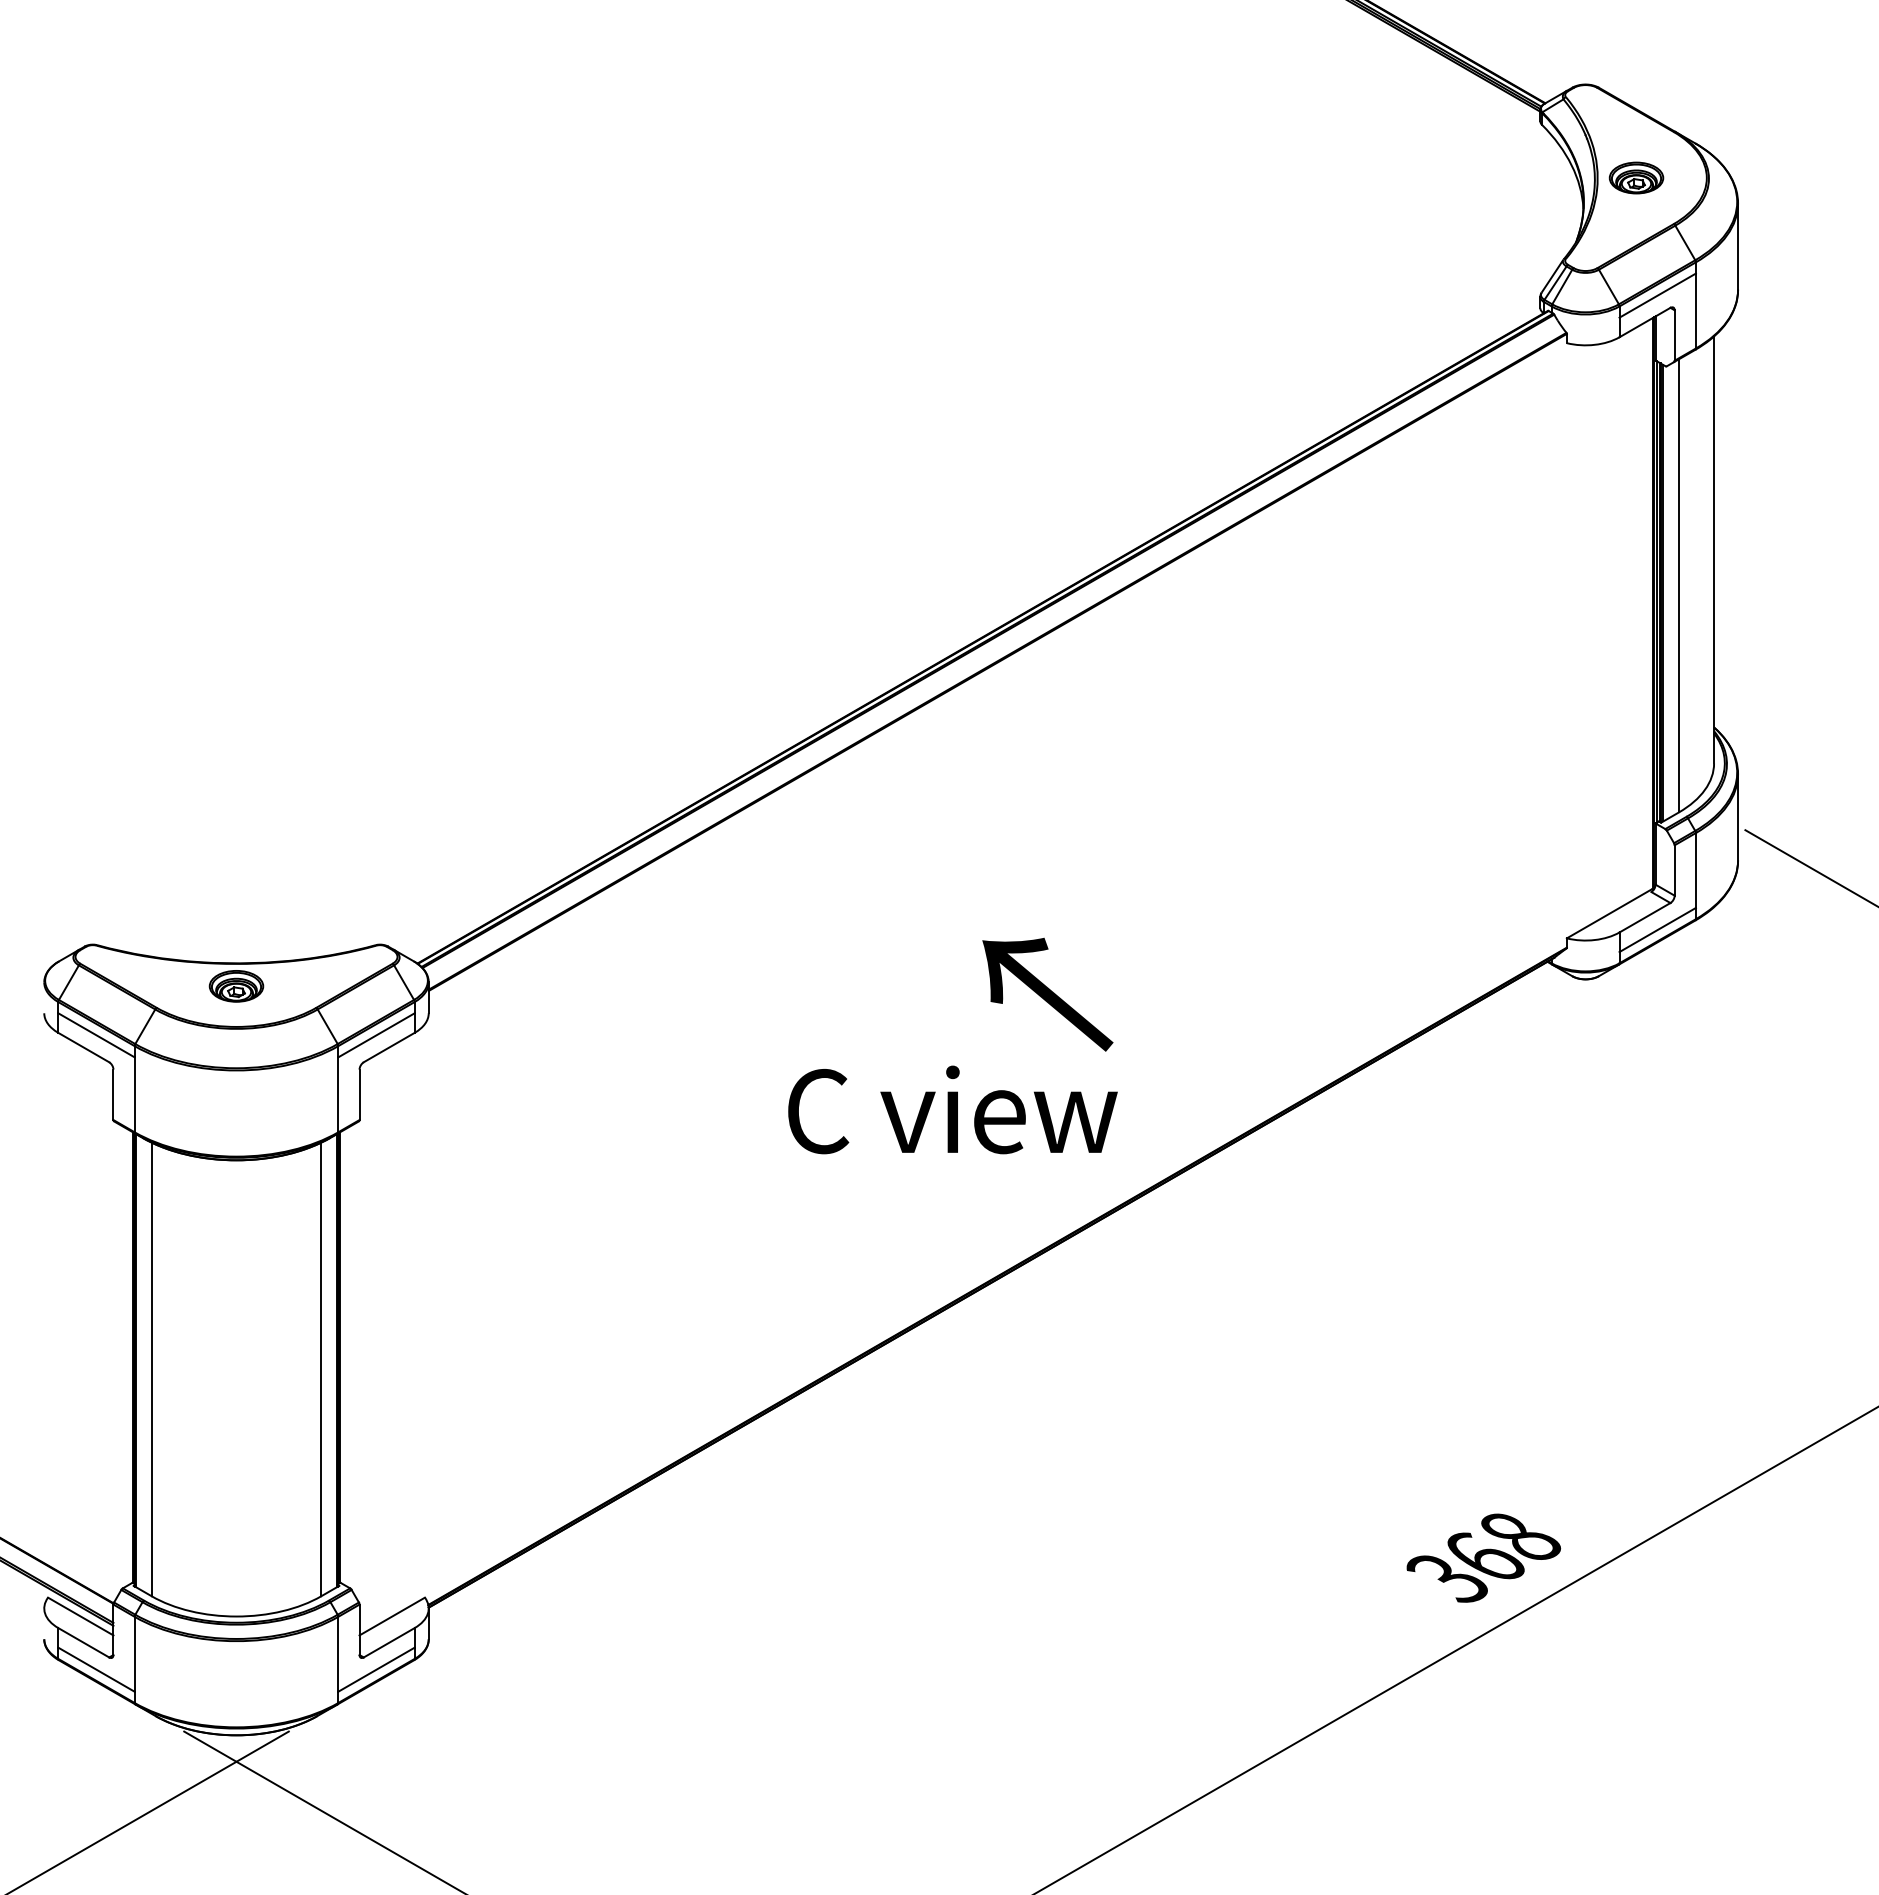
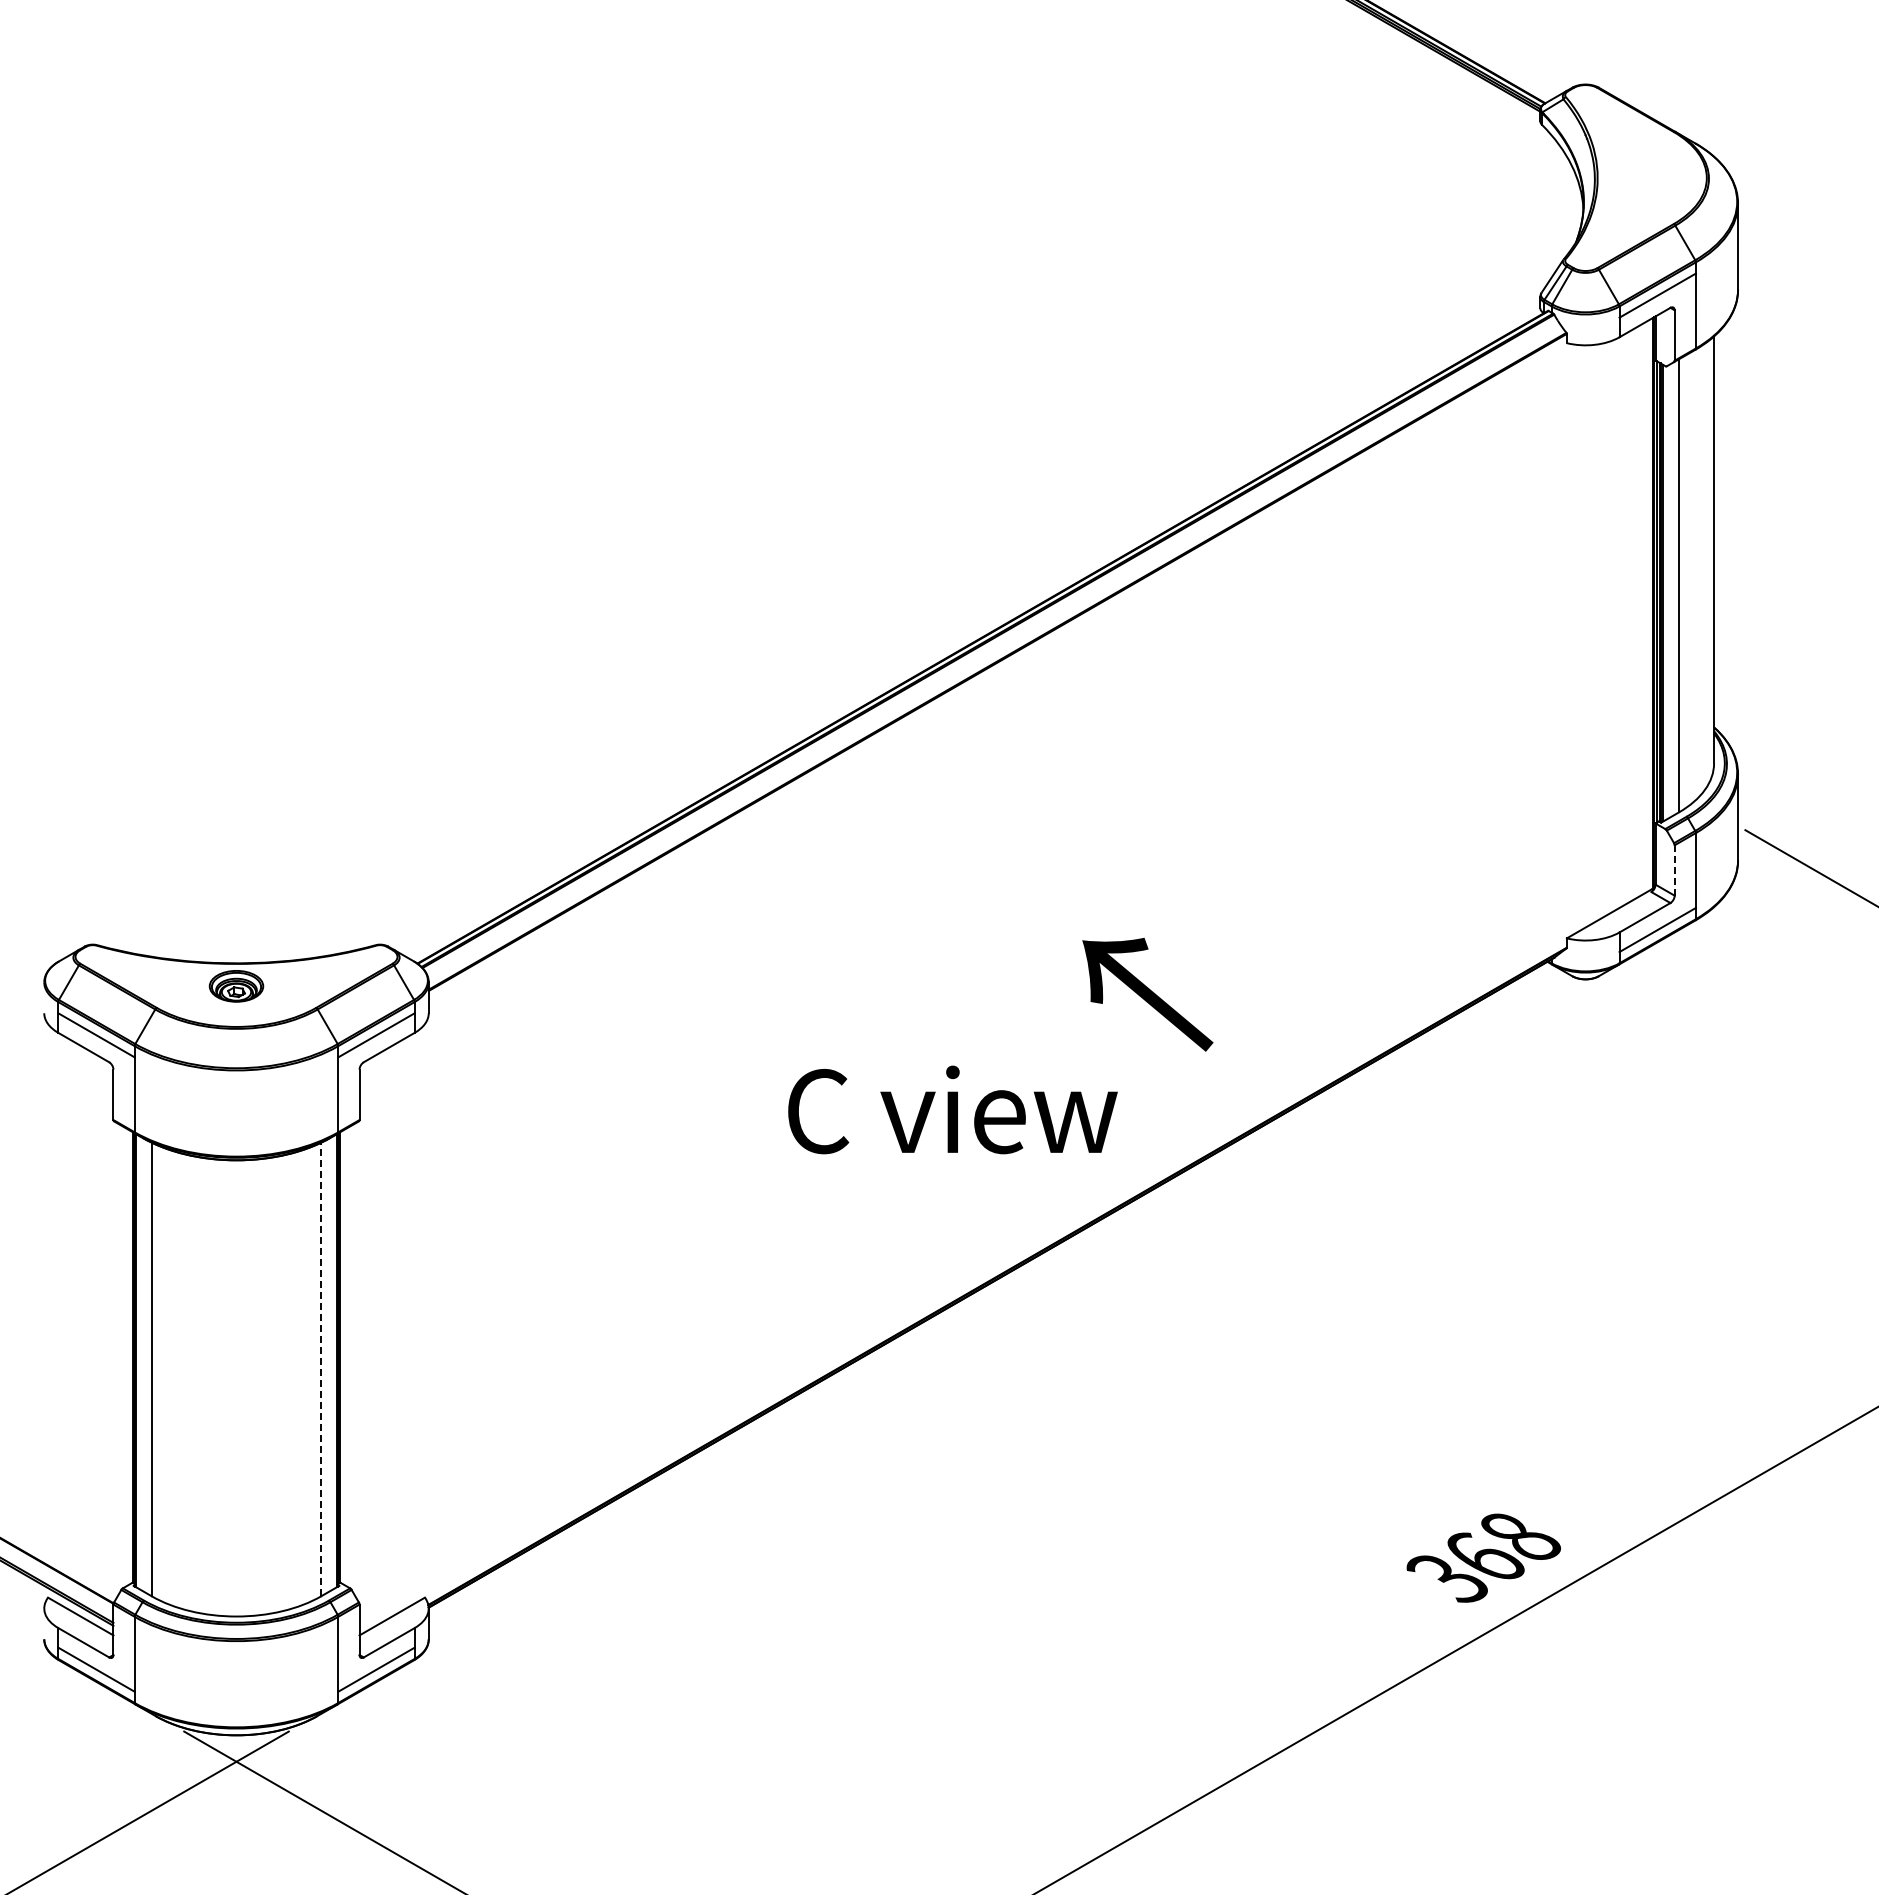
part at (1636, 177): present -> none
line at (1674, 870): solid -> dashed
text at (1047, 994) position: (1047, 994) -> (1147, 994)
line at (321, 1369): solid -> dashed
